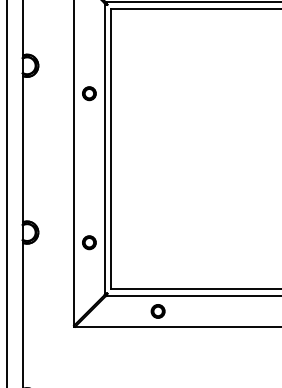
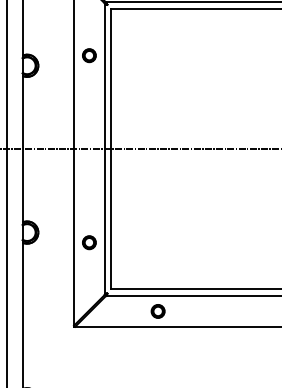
part at (89, 93) position: (89, 93) -> (89, 55)
line at (140, 149): none -> present
